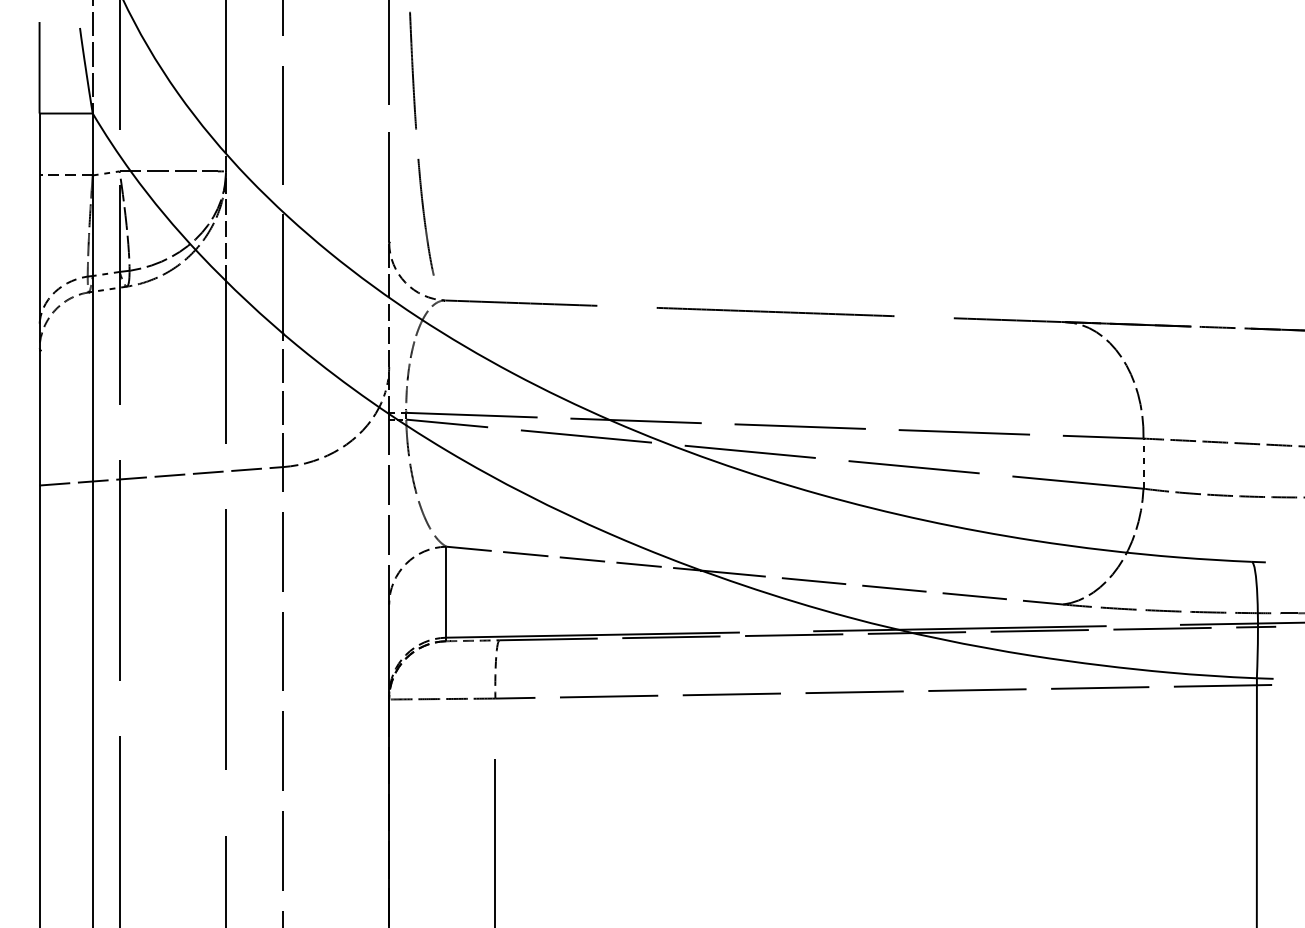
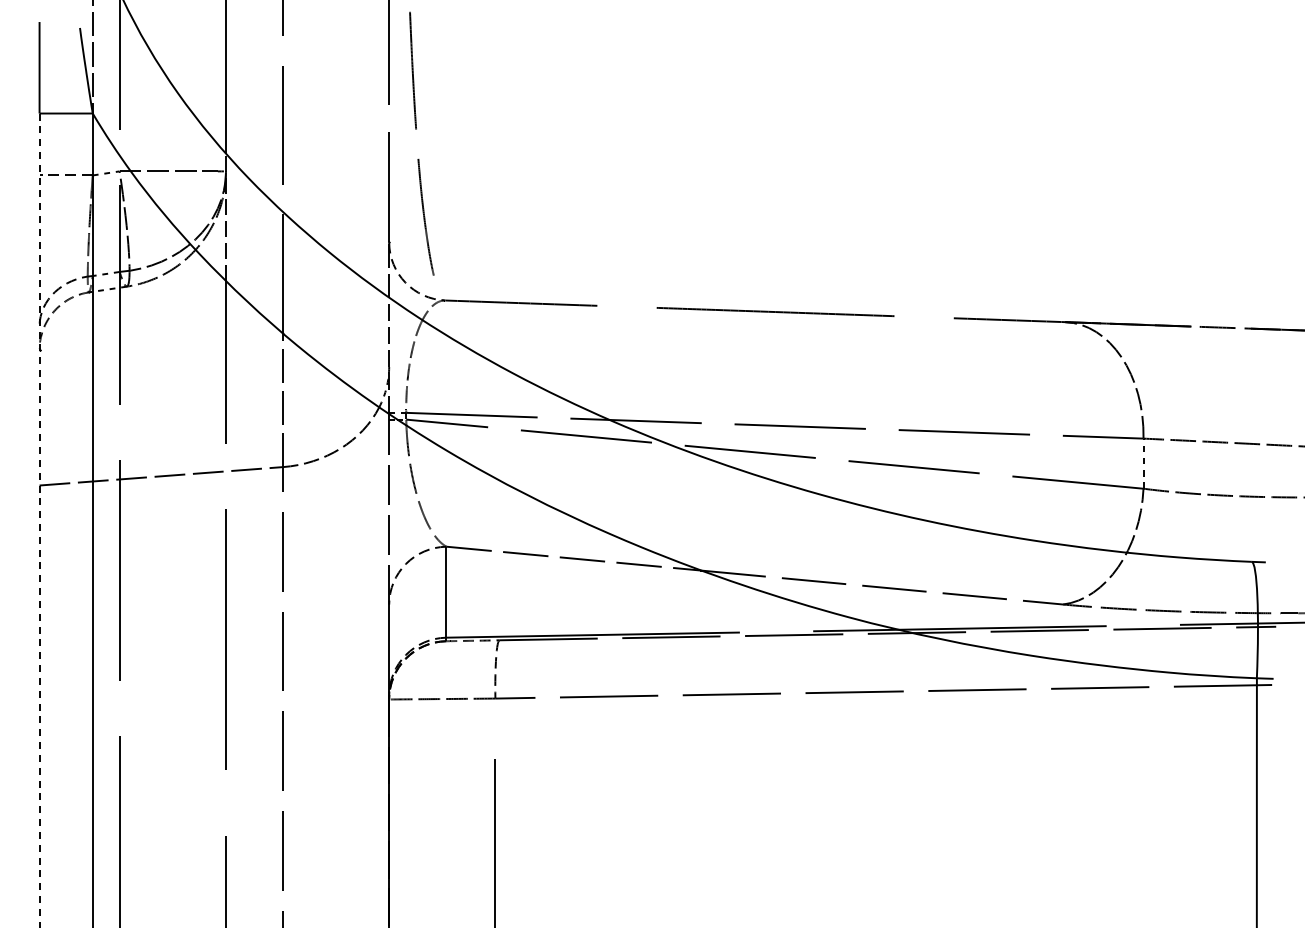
line at (39, 520): solid -> dashed
